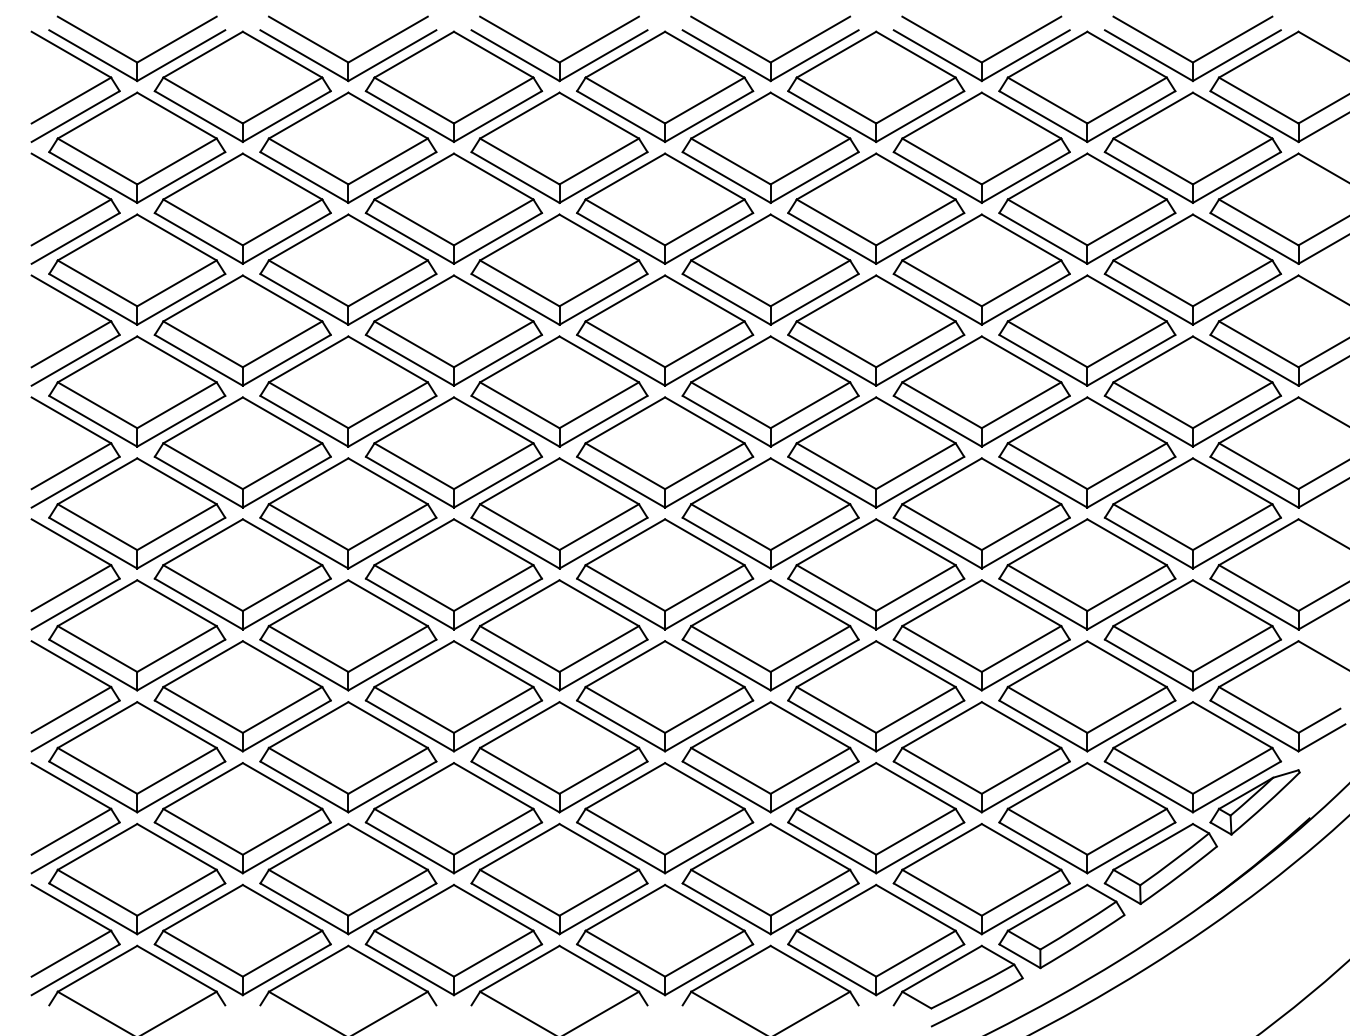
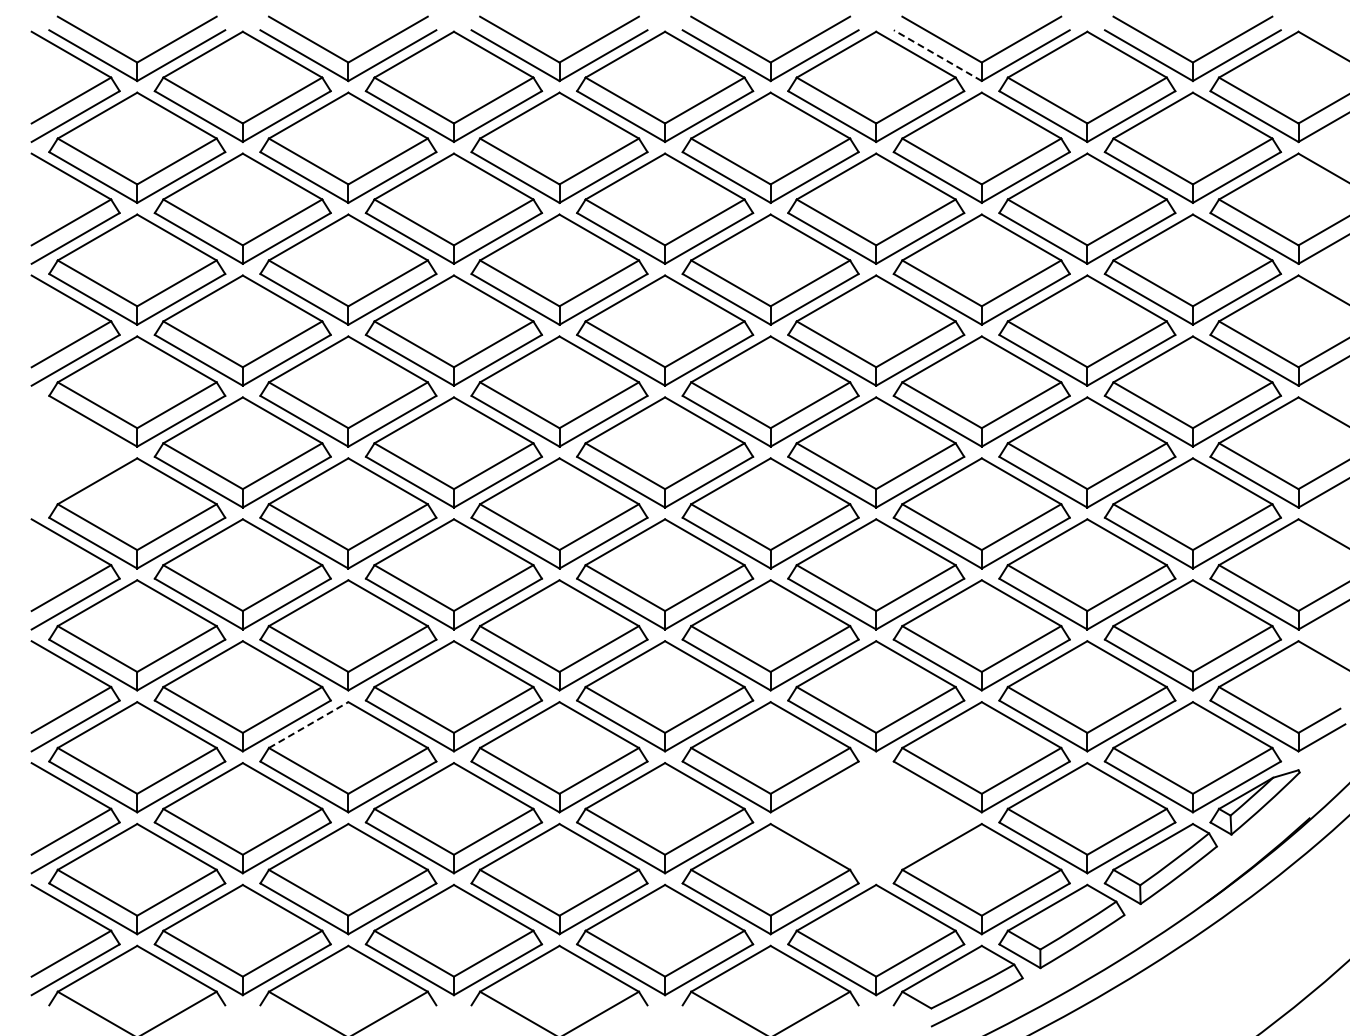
line at (937, 55): solid -> dashed
part at (80, 459): present -> none
line at (308, 725): solid -> dashed
part at (876, 818): present -> none
